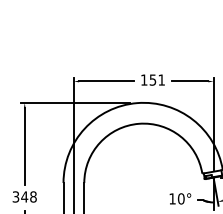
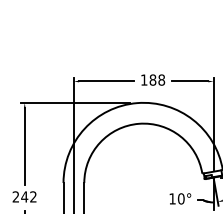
text at (157, 79): 151 -> 188
text at (24, 196): 348 -> 242
